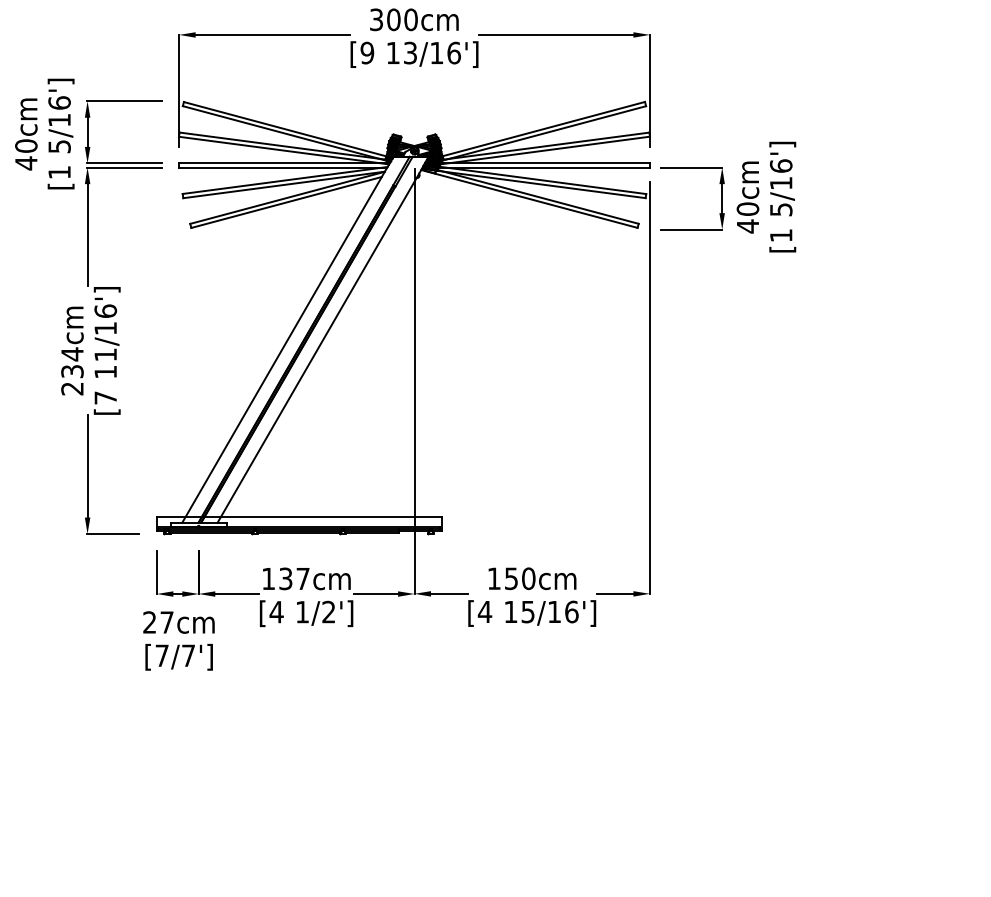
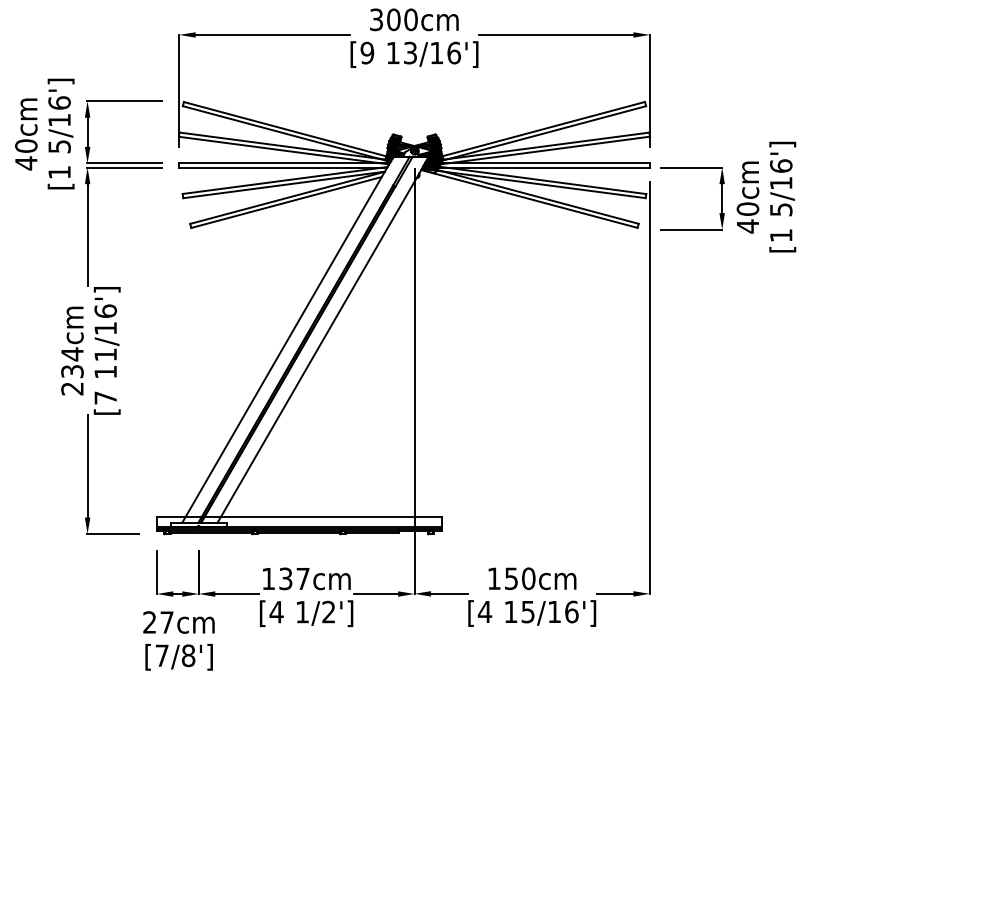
text at (188, 655): [7/7'] -> [7/8']
